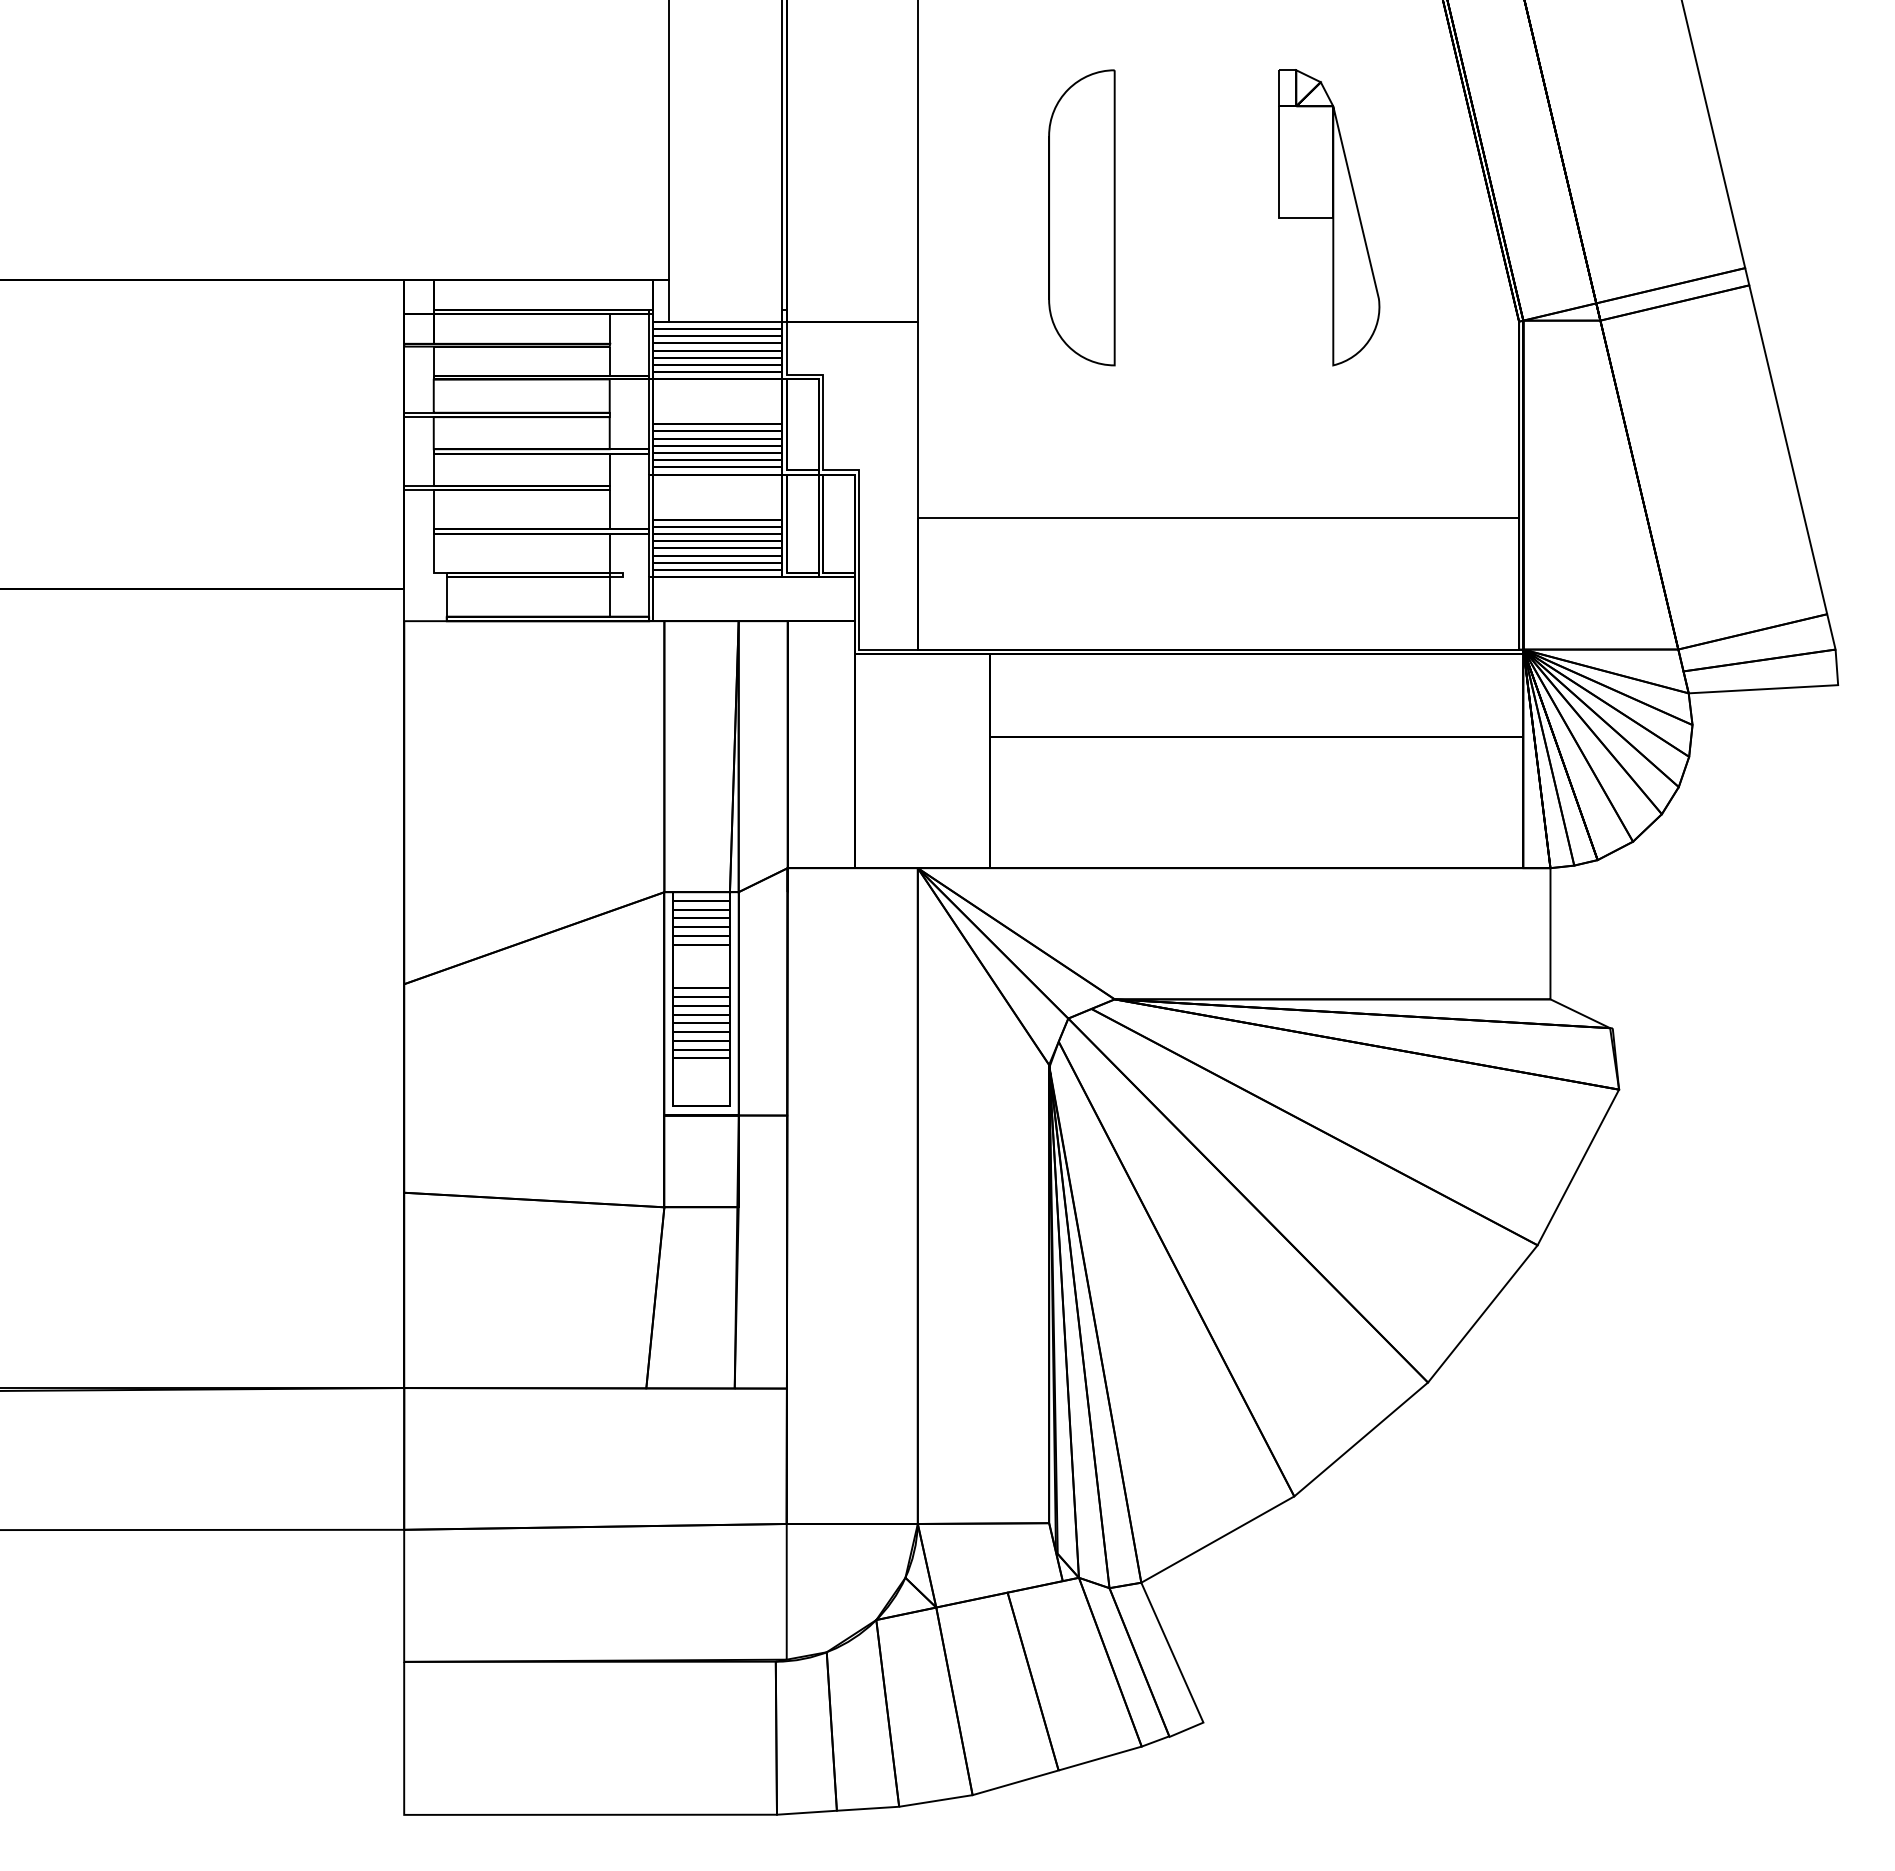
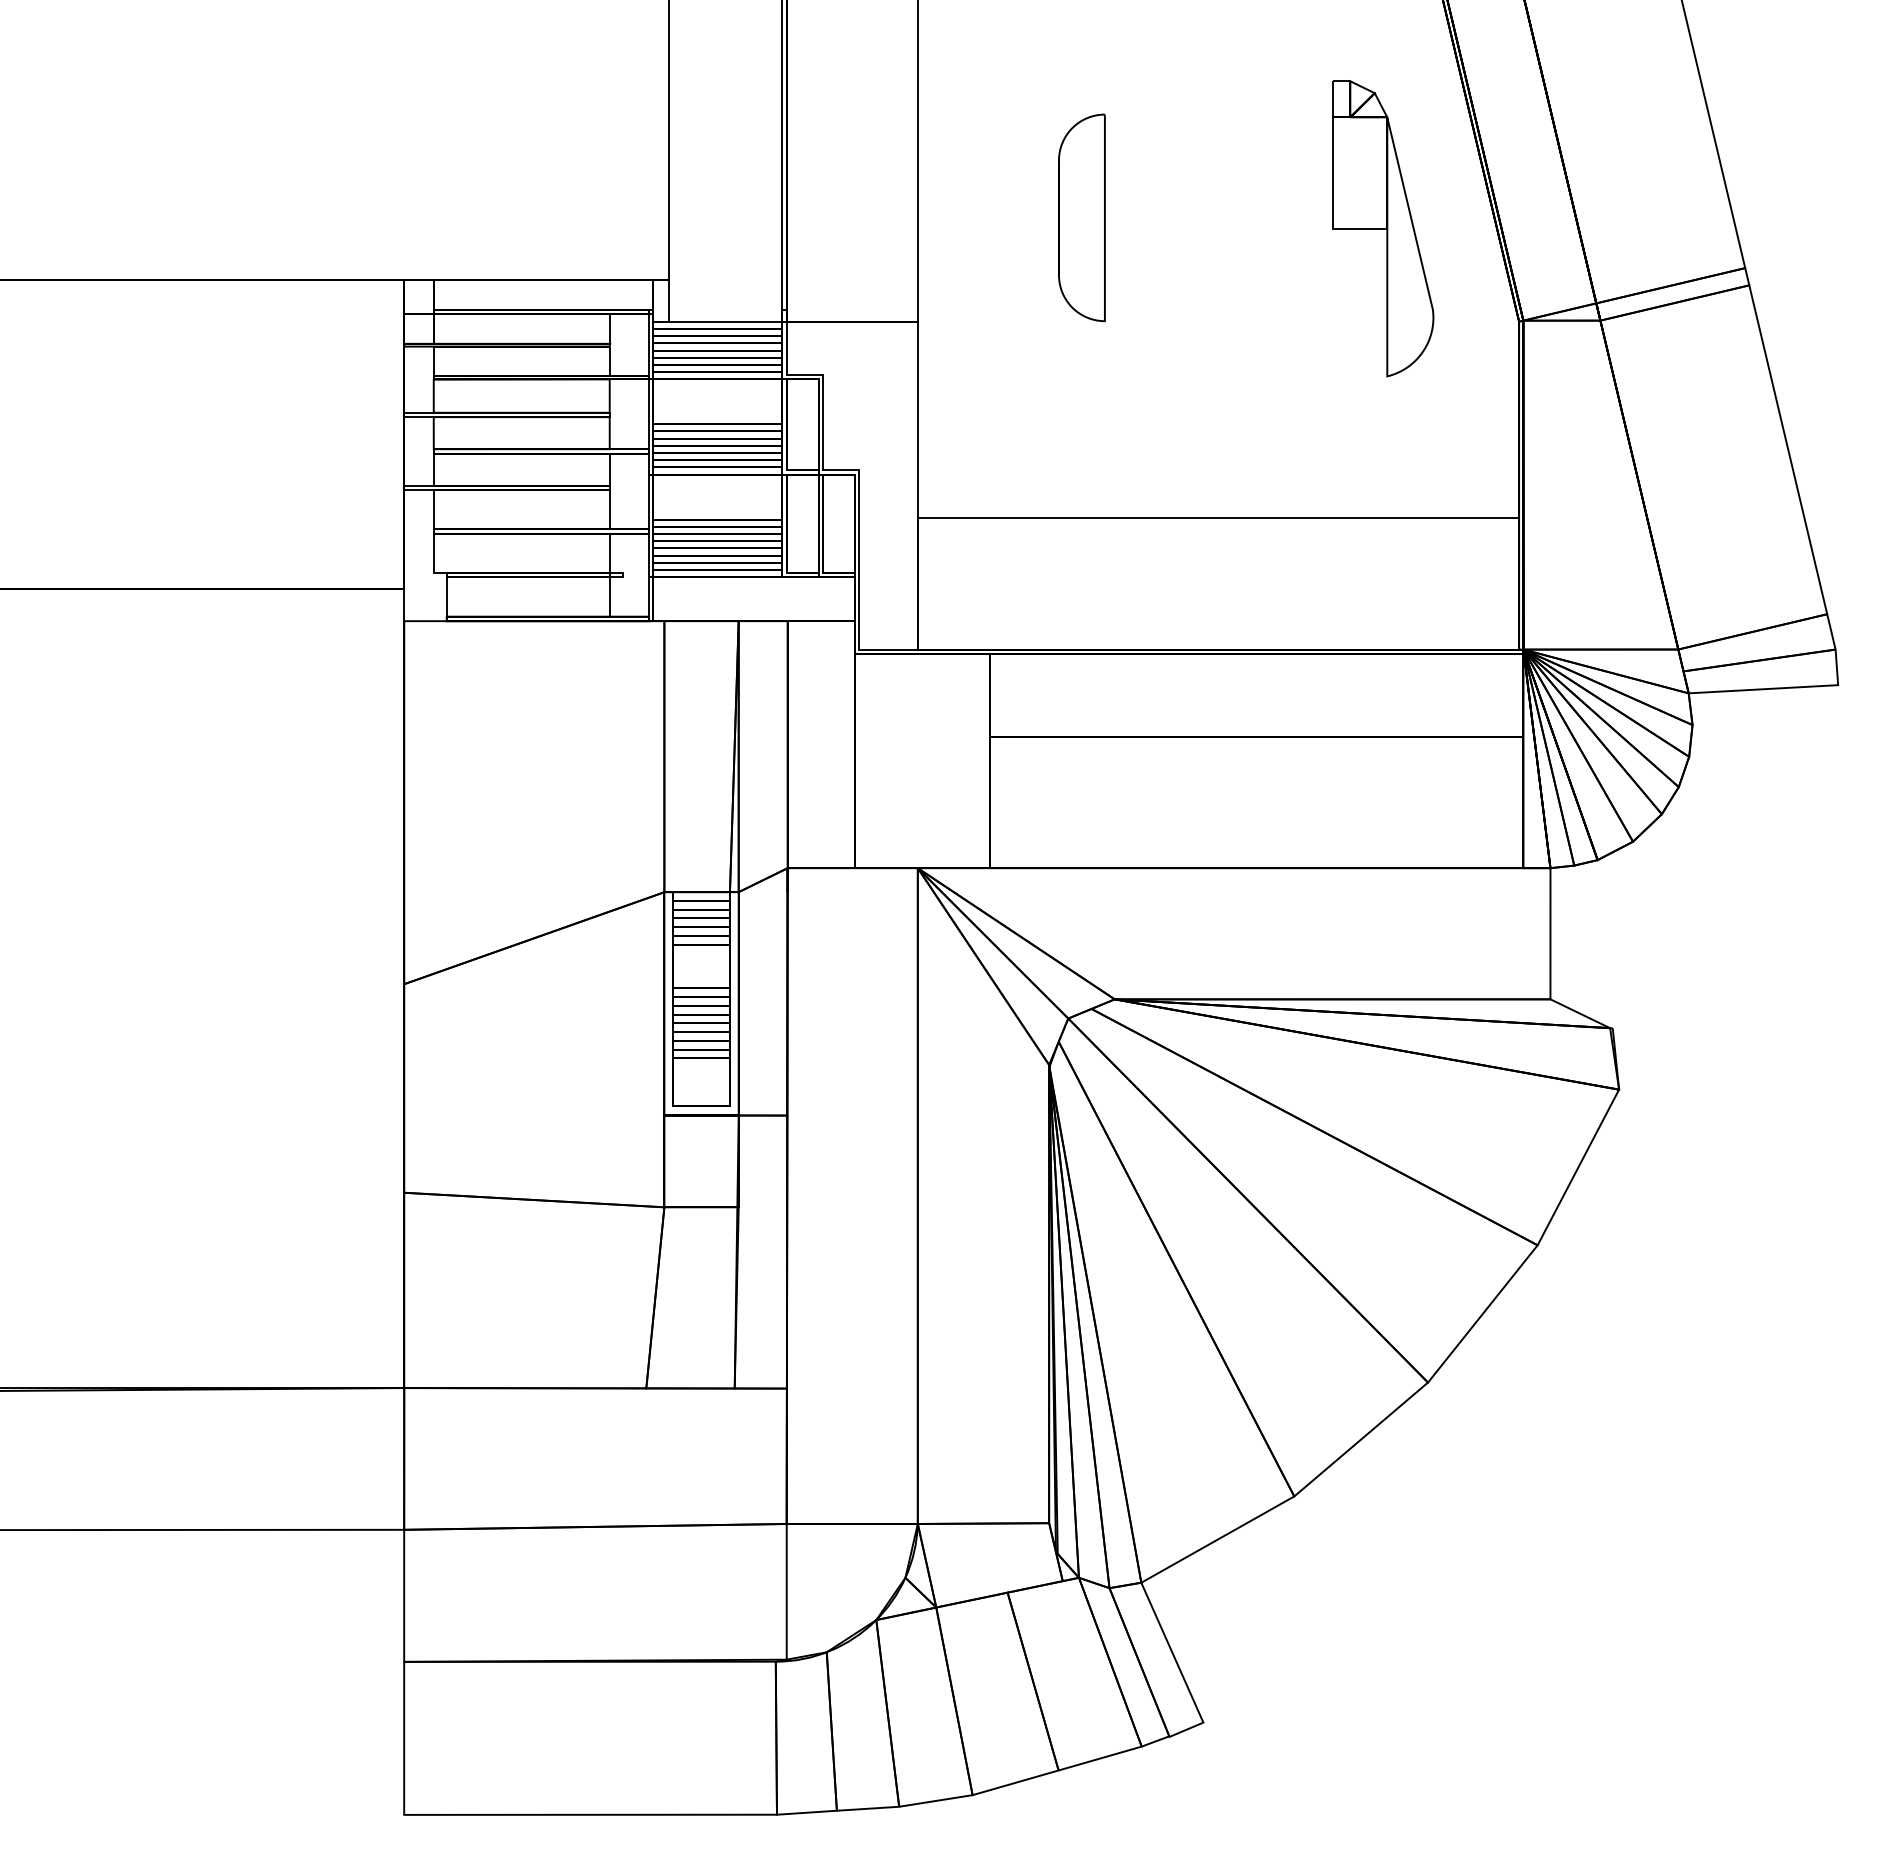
part at (1081, 217) size: 68x298 px -> 48x210 px
part at (1329, 217) position: (1329, 217) -> (1383, 228)
